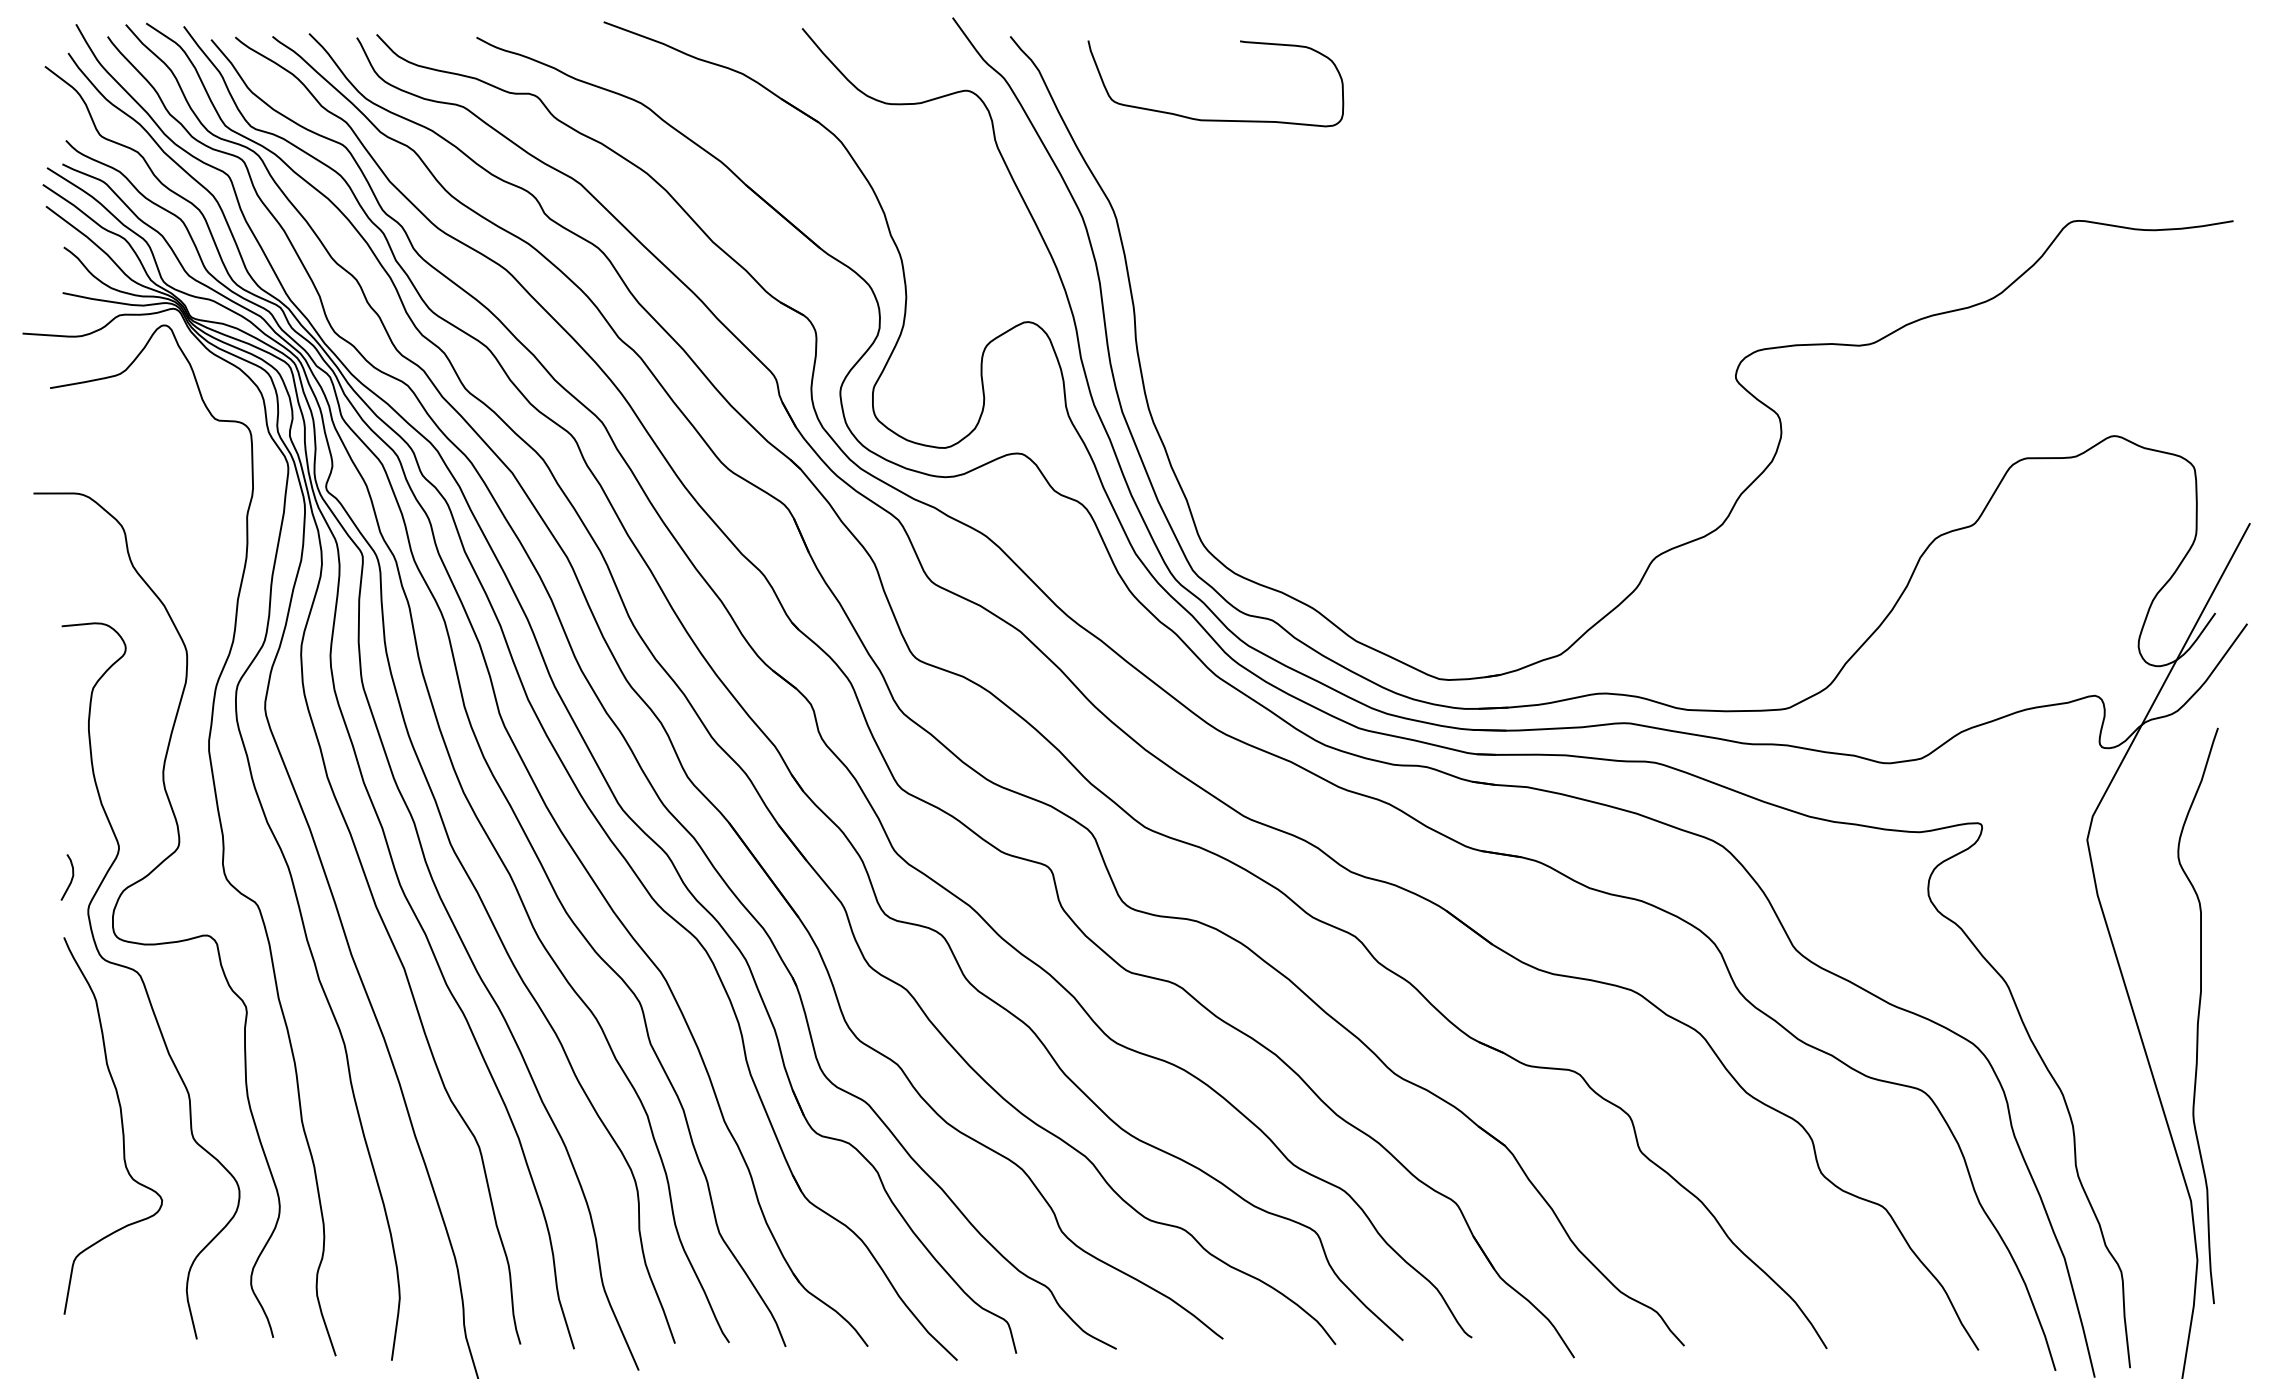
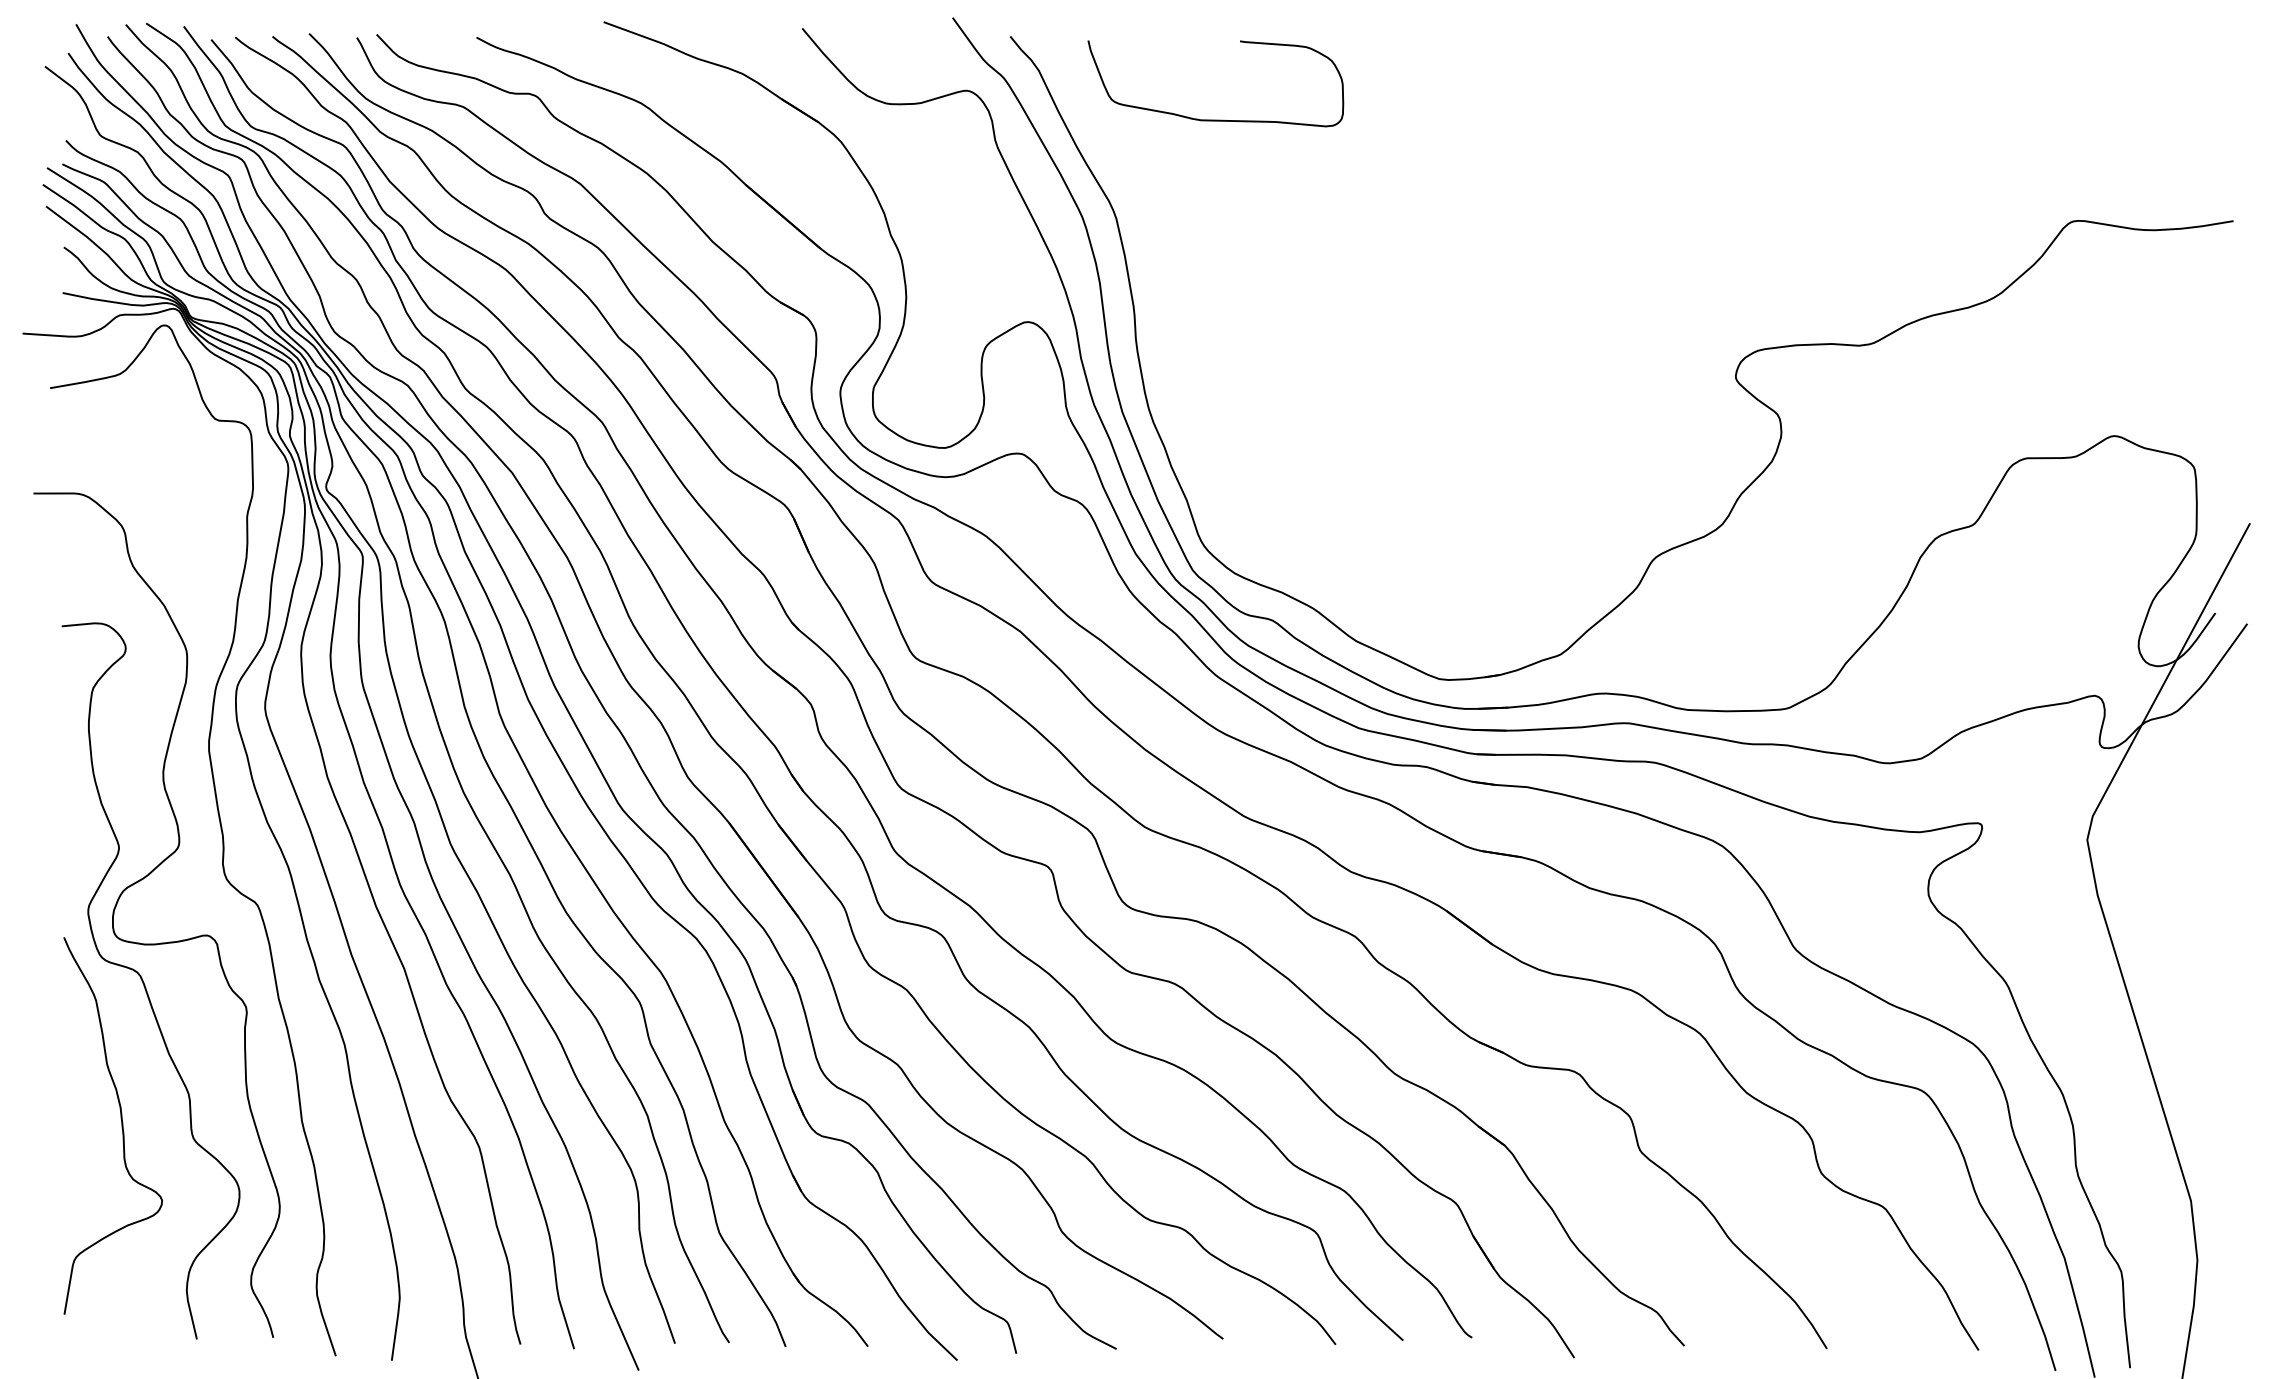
curve at (71, 877): present -> none
curve at (2197, 1015): present -> none
